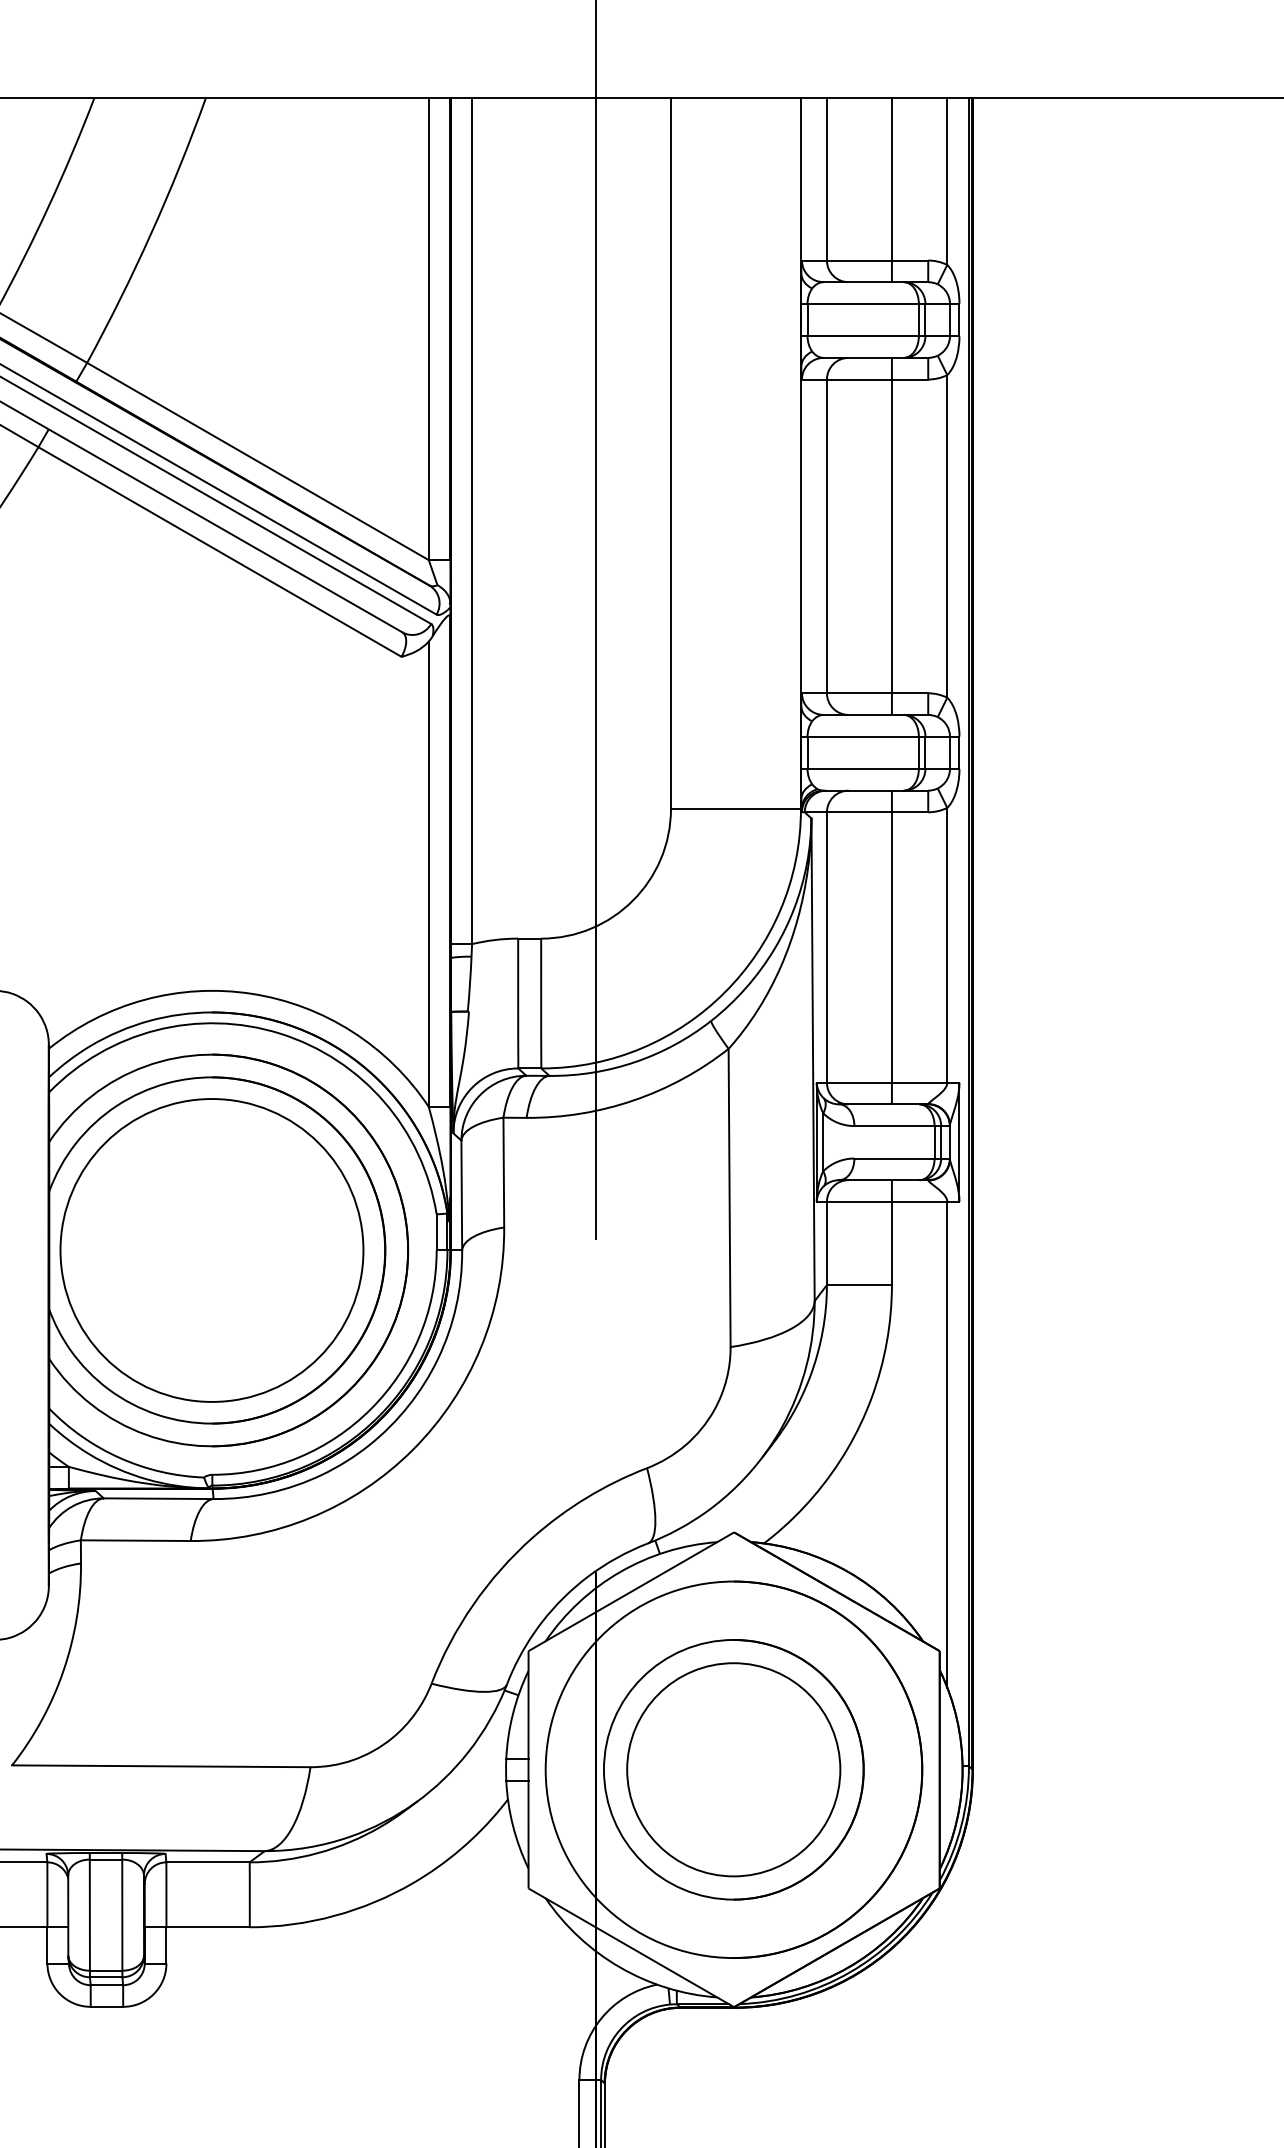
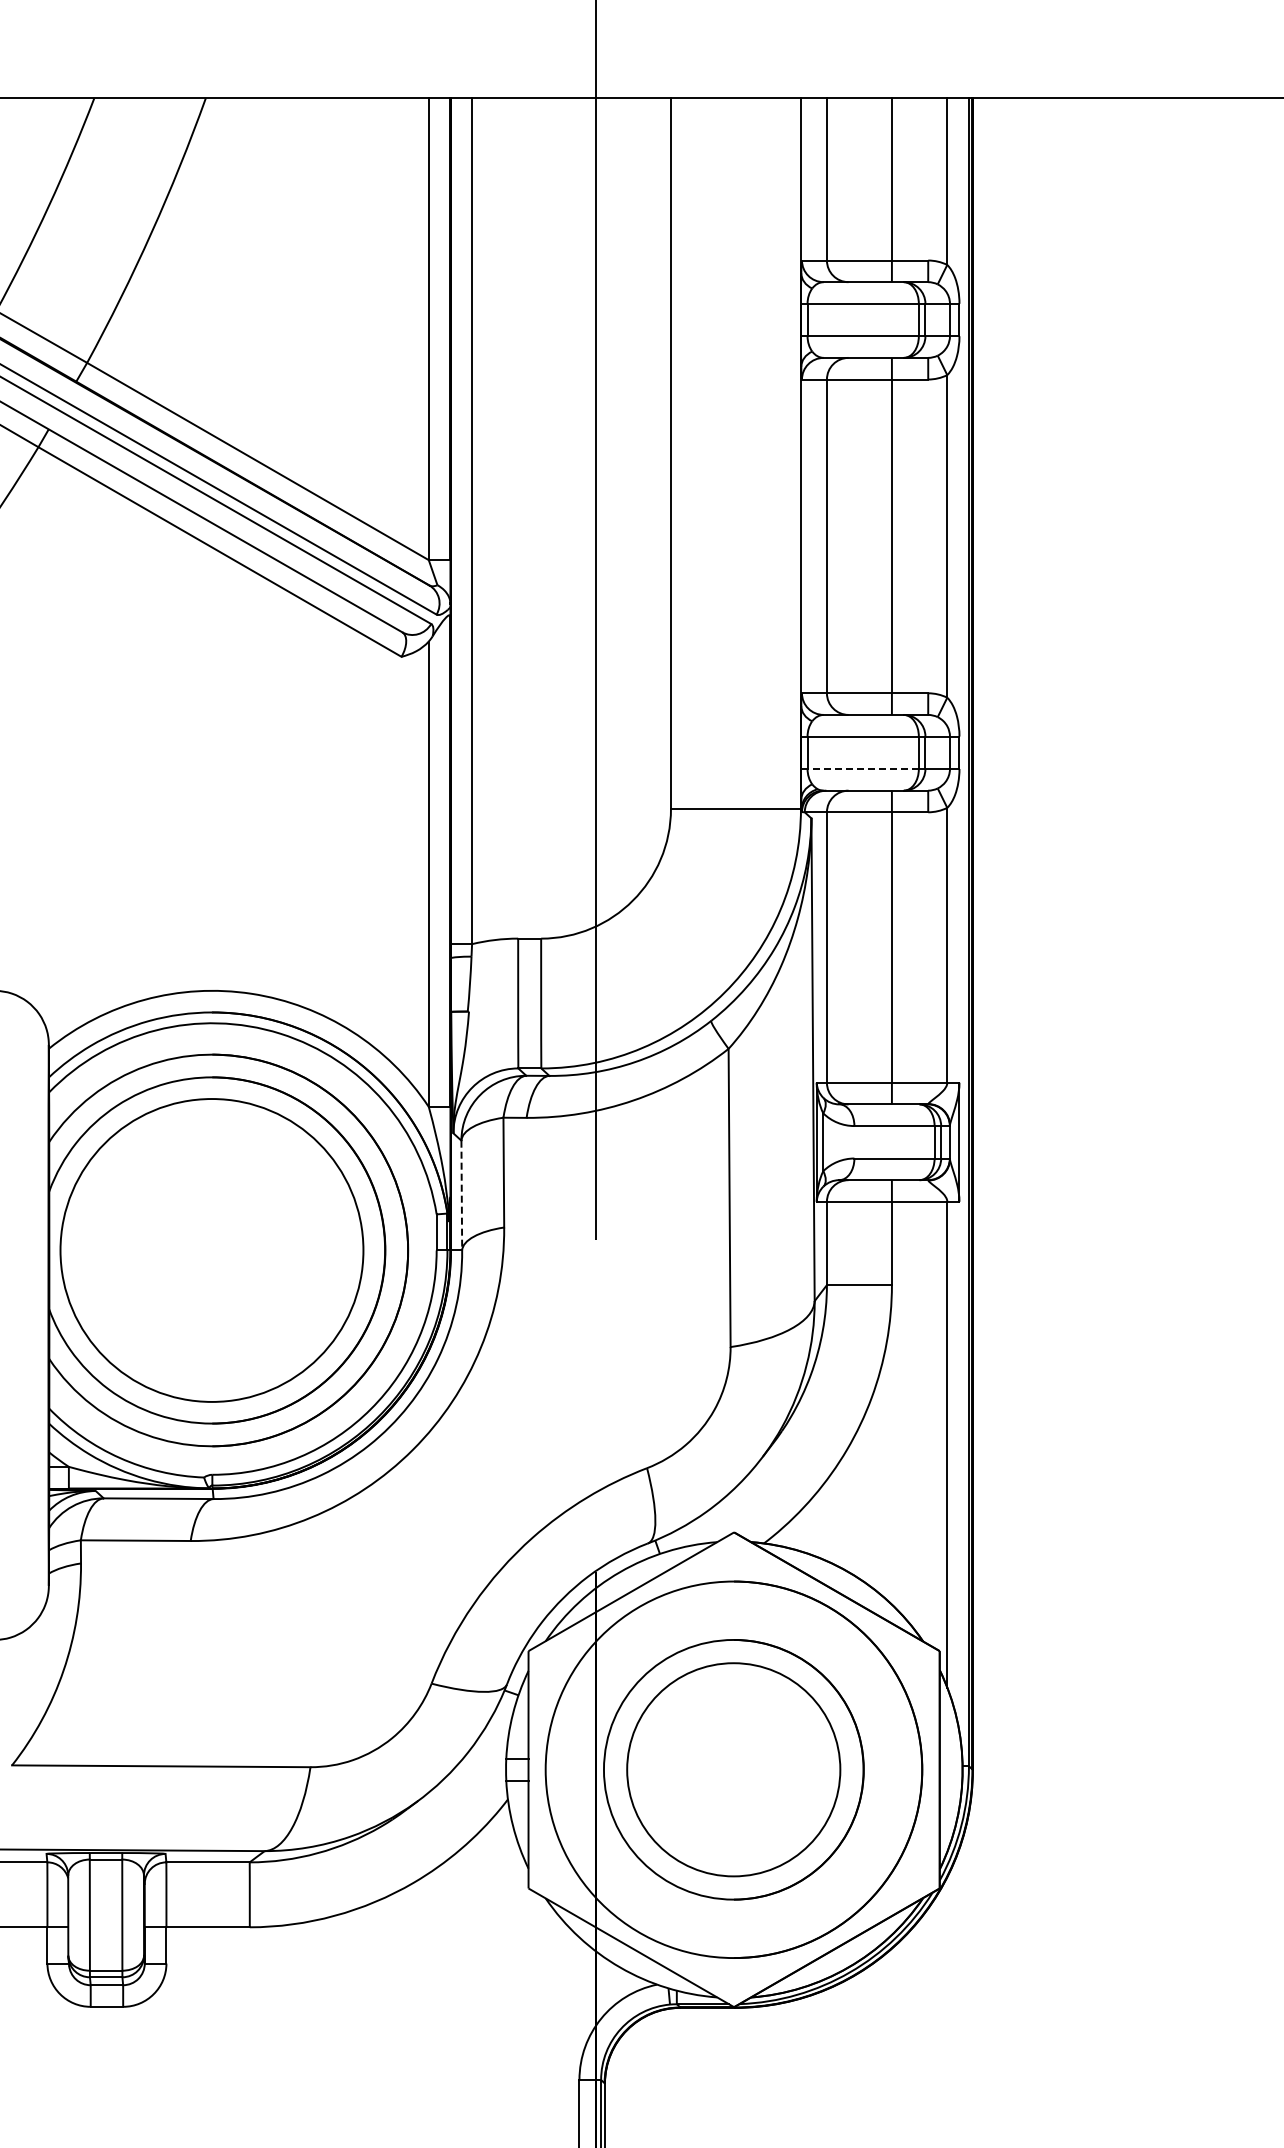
line at (863, 769): solid -> dashed
line at (461, 1195): solid -> dashed
